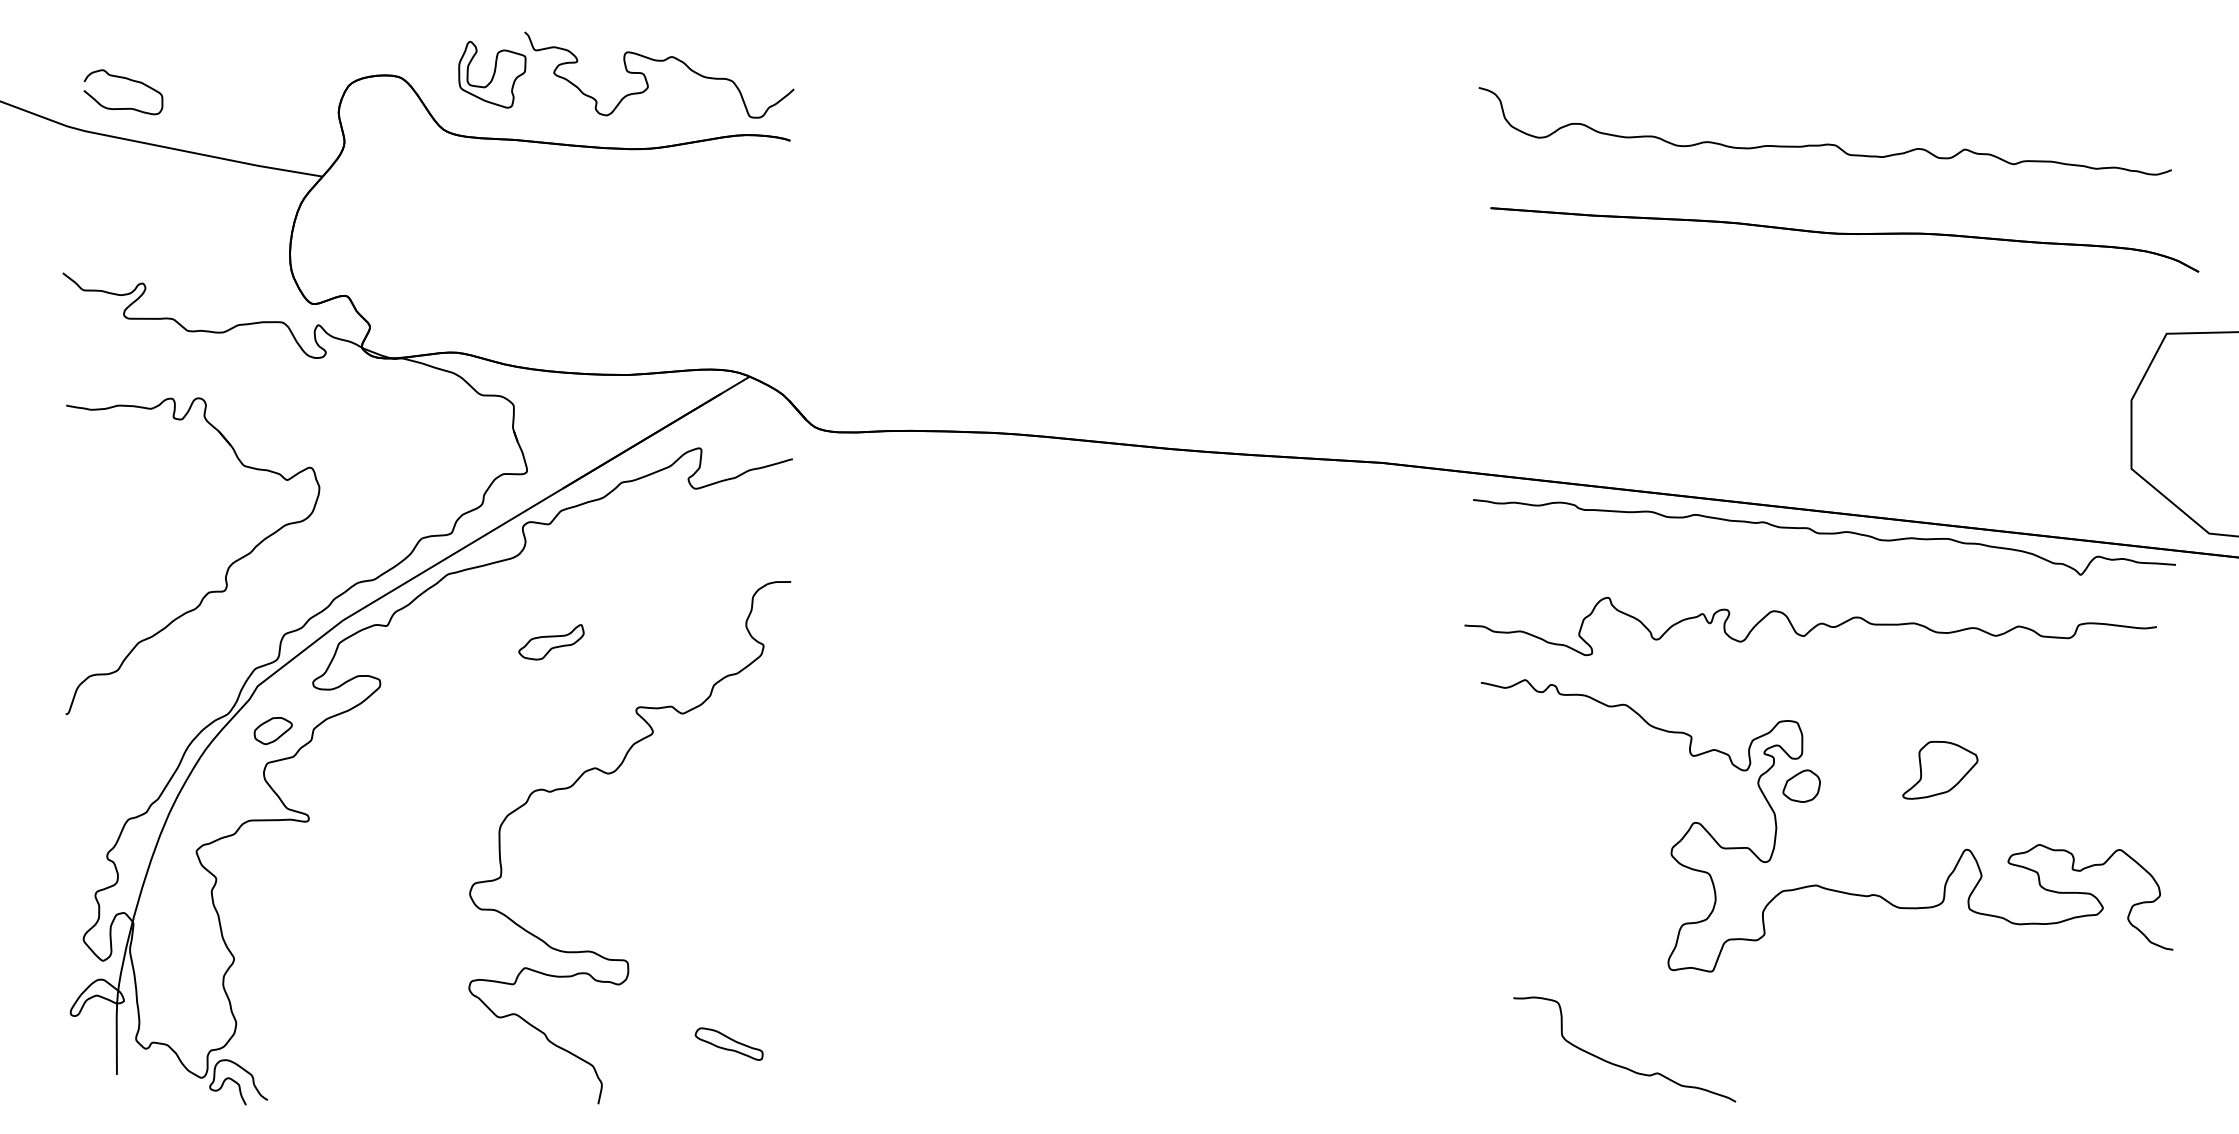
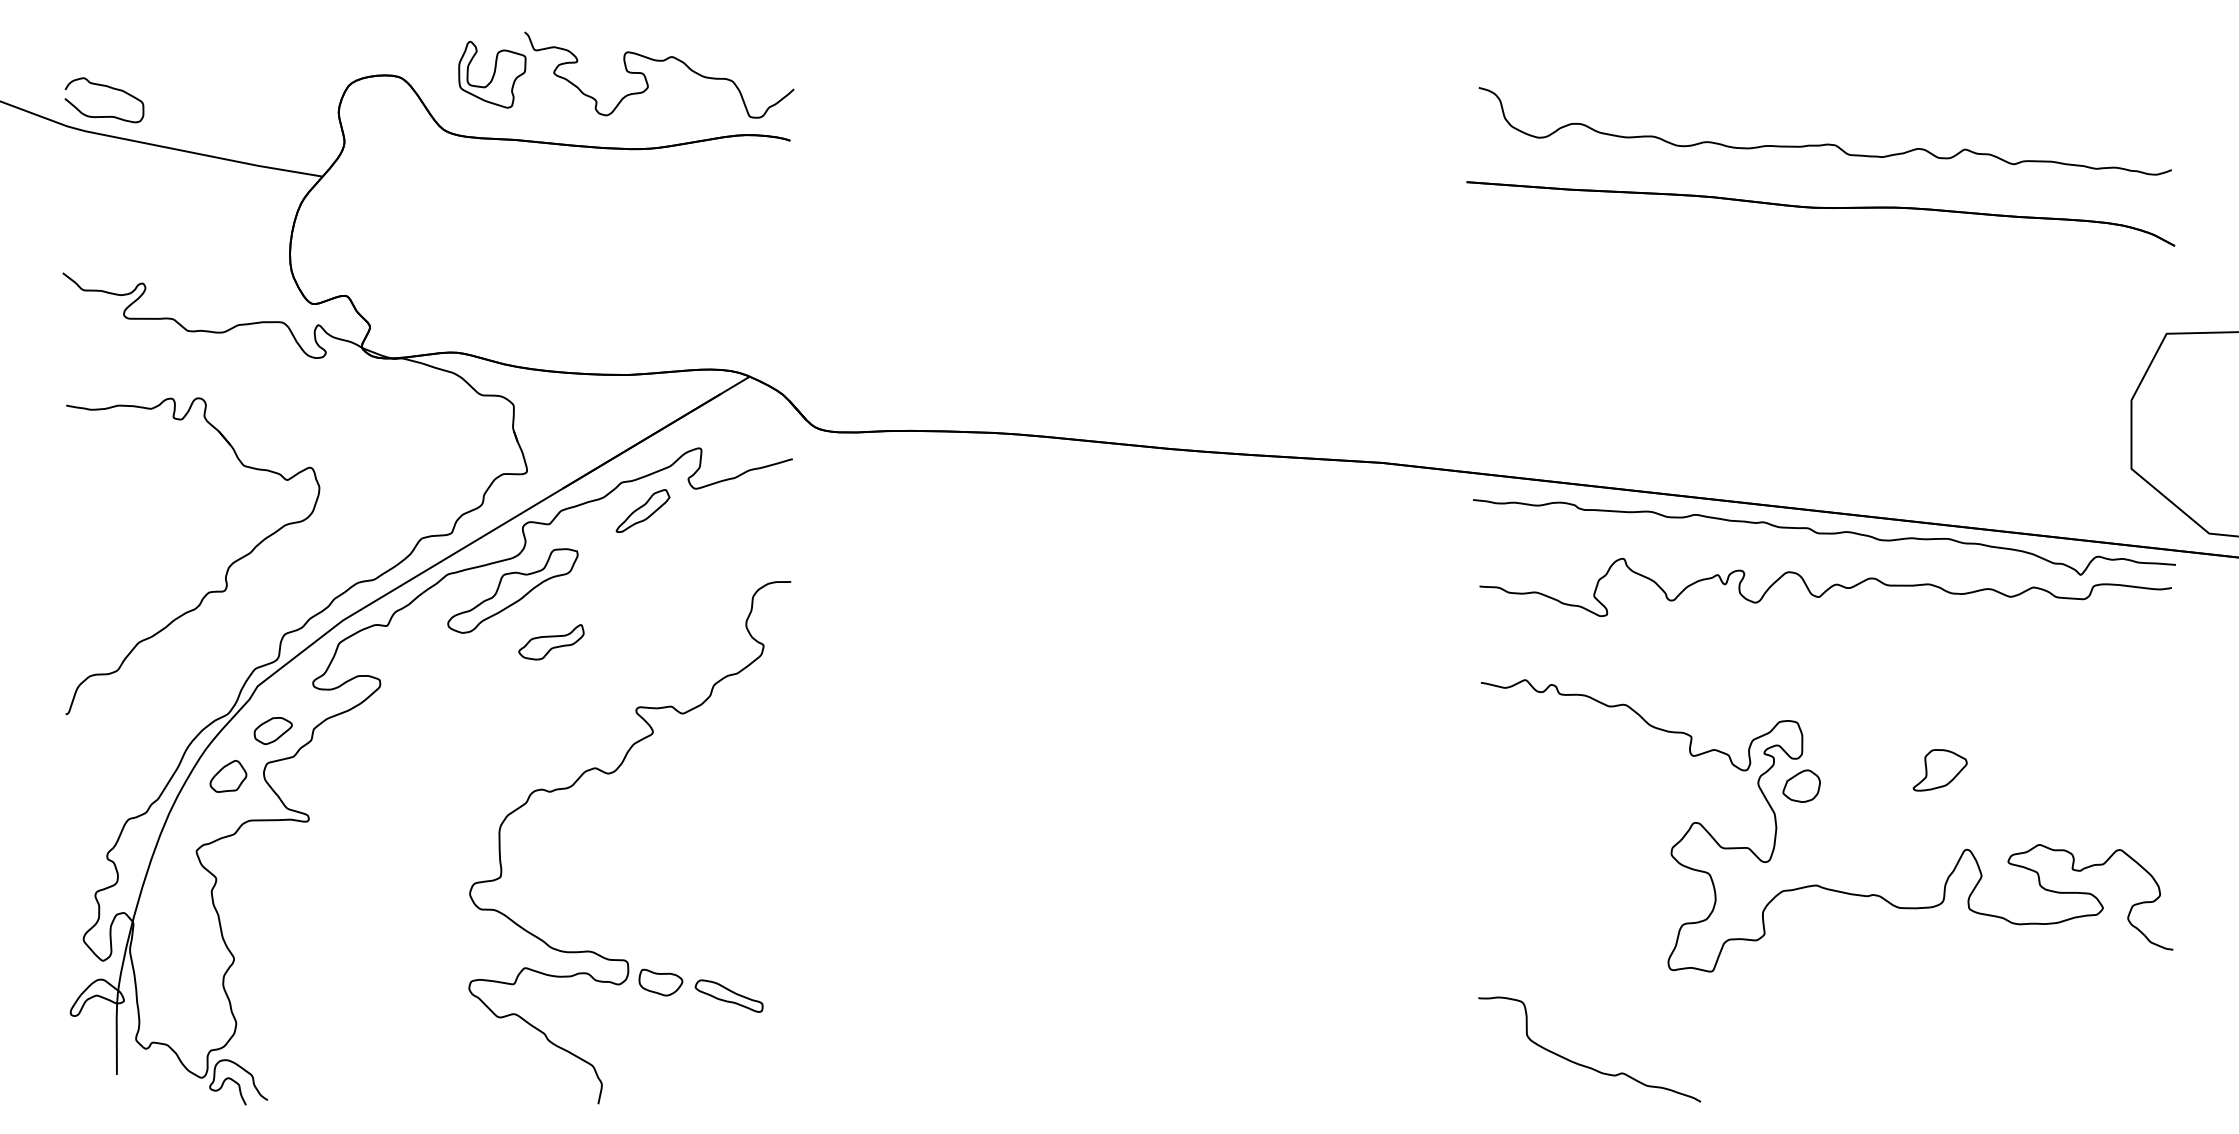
curve at (126, 79) position: (126, 79) -> (107, 87)
part at (1844, 239) position: (1844, 239) -> (1820, 213)
part at (642, 510): none -> present
part at (512, 590): none -> present
curve at (1812, 627) position: (1812, 627) -> (1827, 588)
part at (1940, 769) size: 77x60 px -> 56x43 px
part at (228, 776): none -> present
part at (660, 982): none -> present
part at (728, 1043) position: (728, 1043) -> (728, 995)
curve at (1621, 1065) position: (1621, 1065) -> (1586, 1065)
